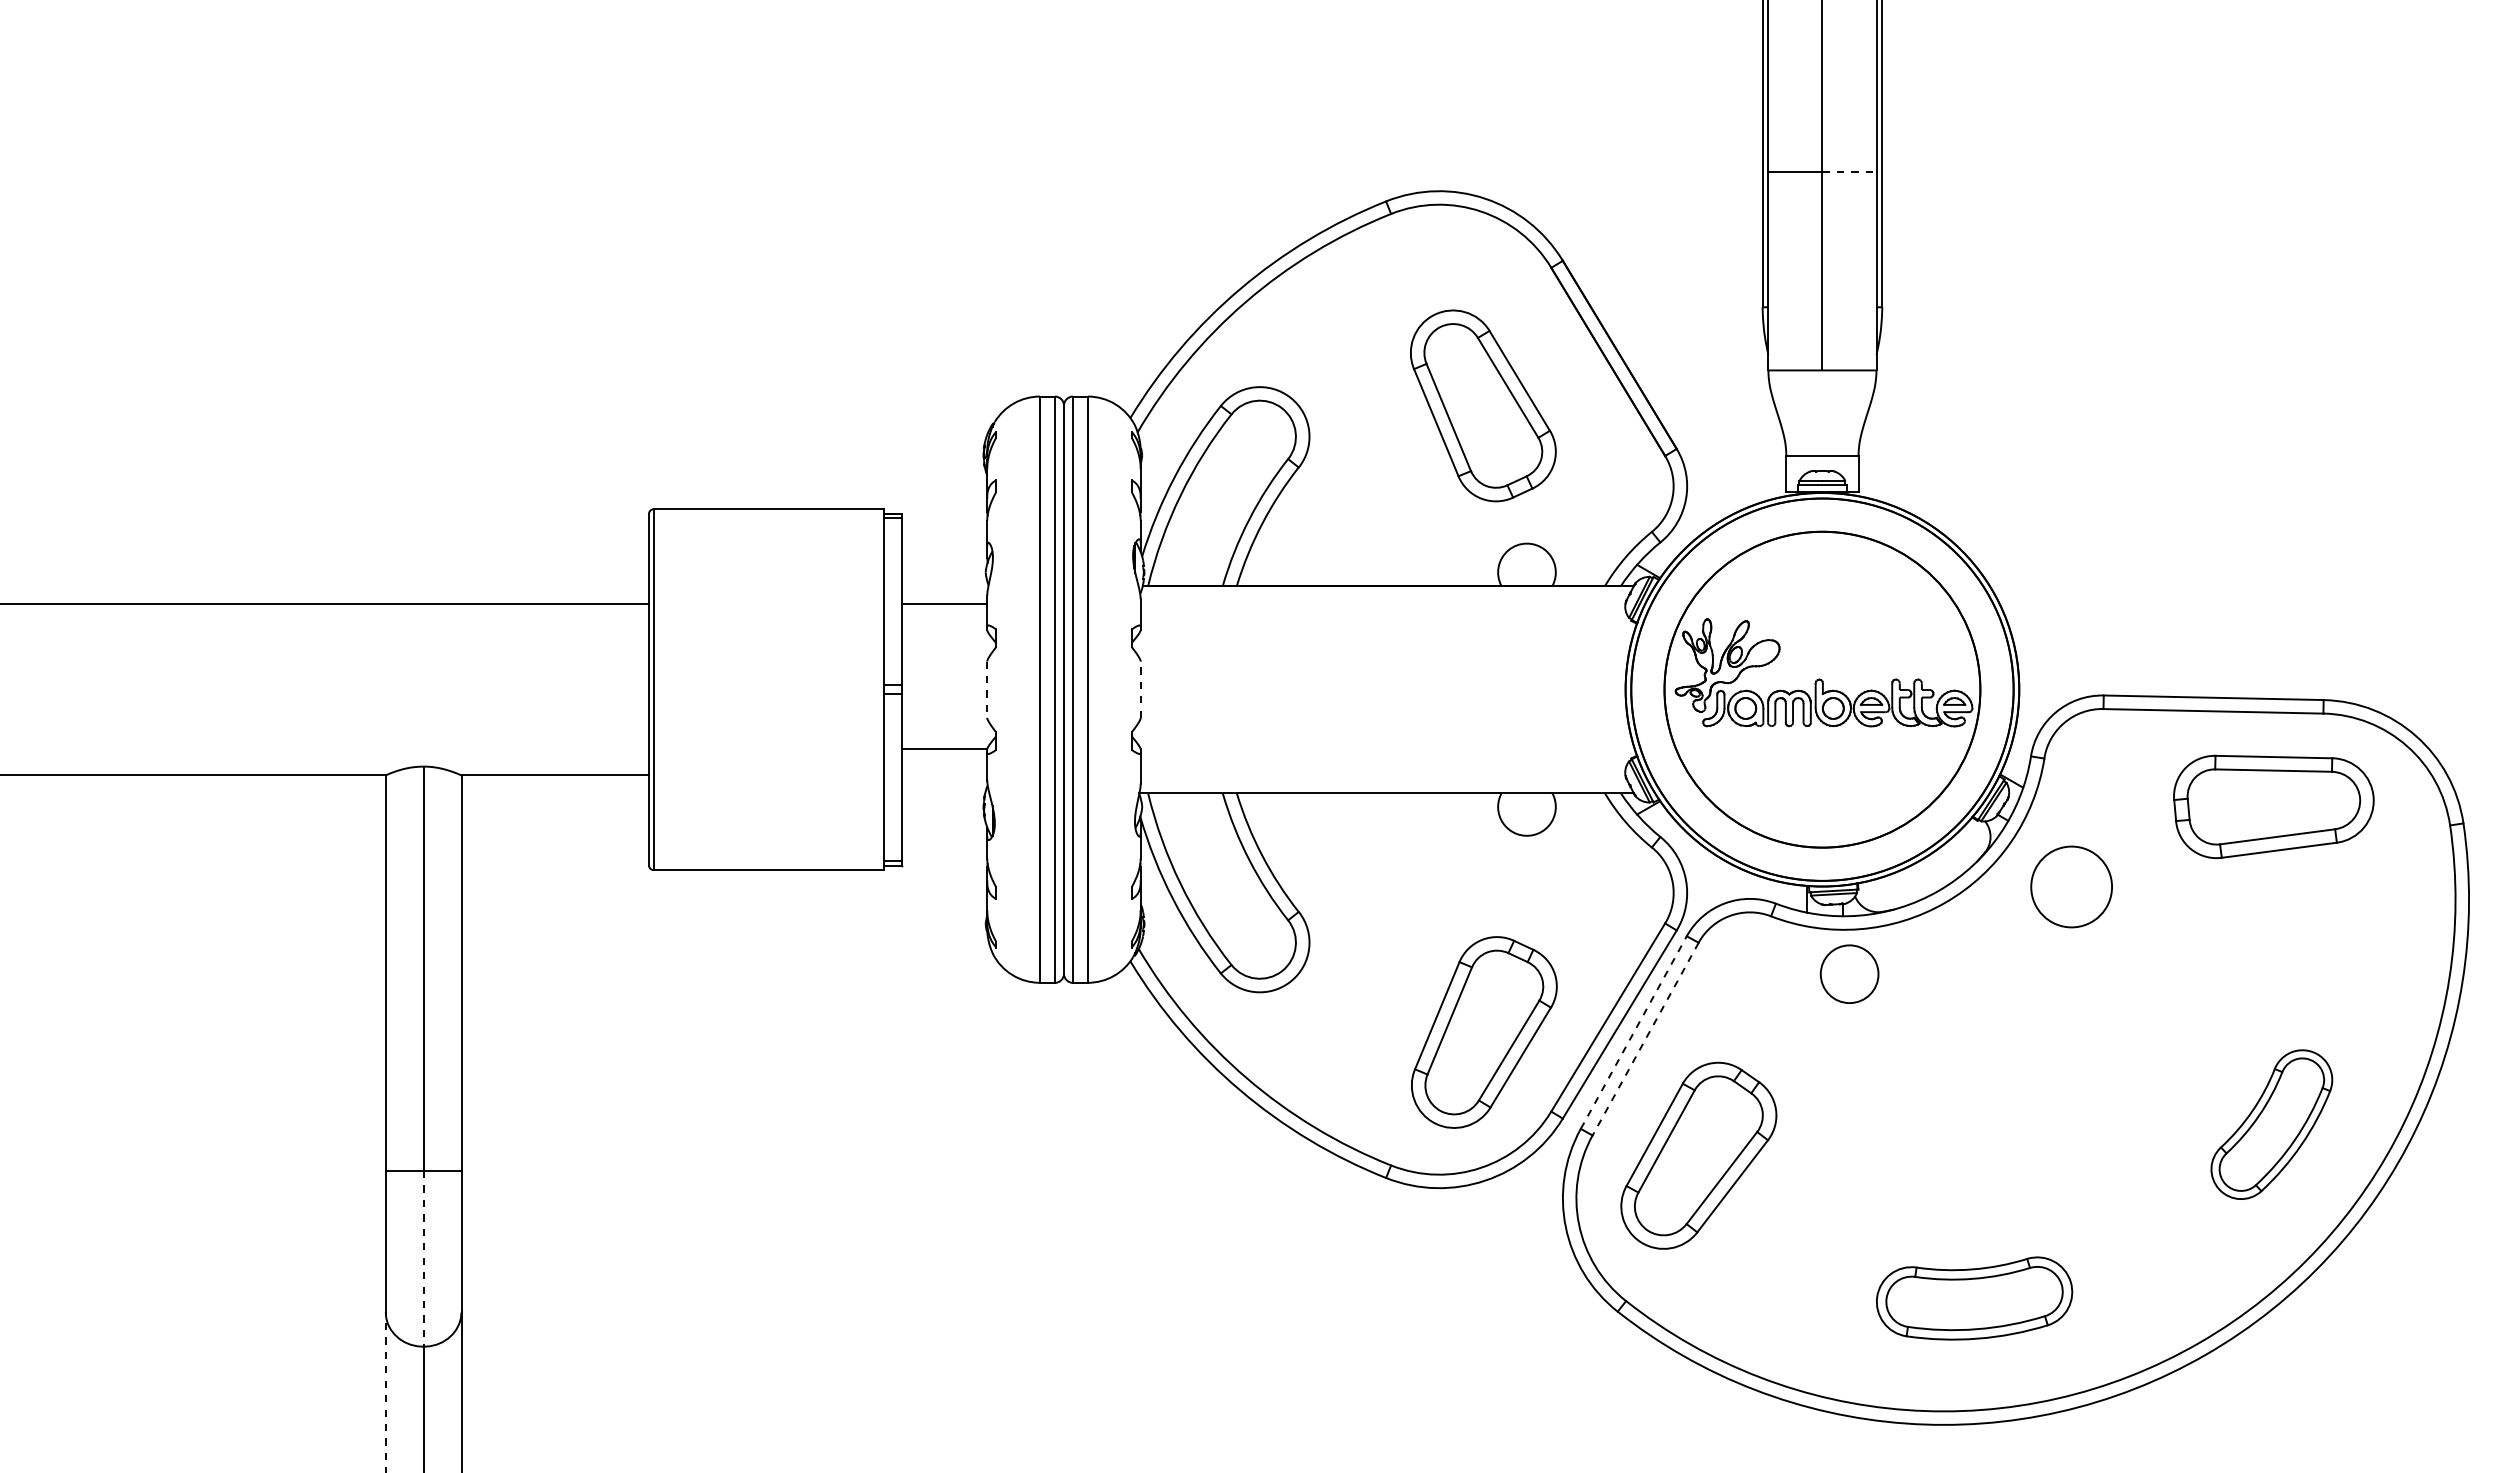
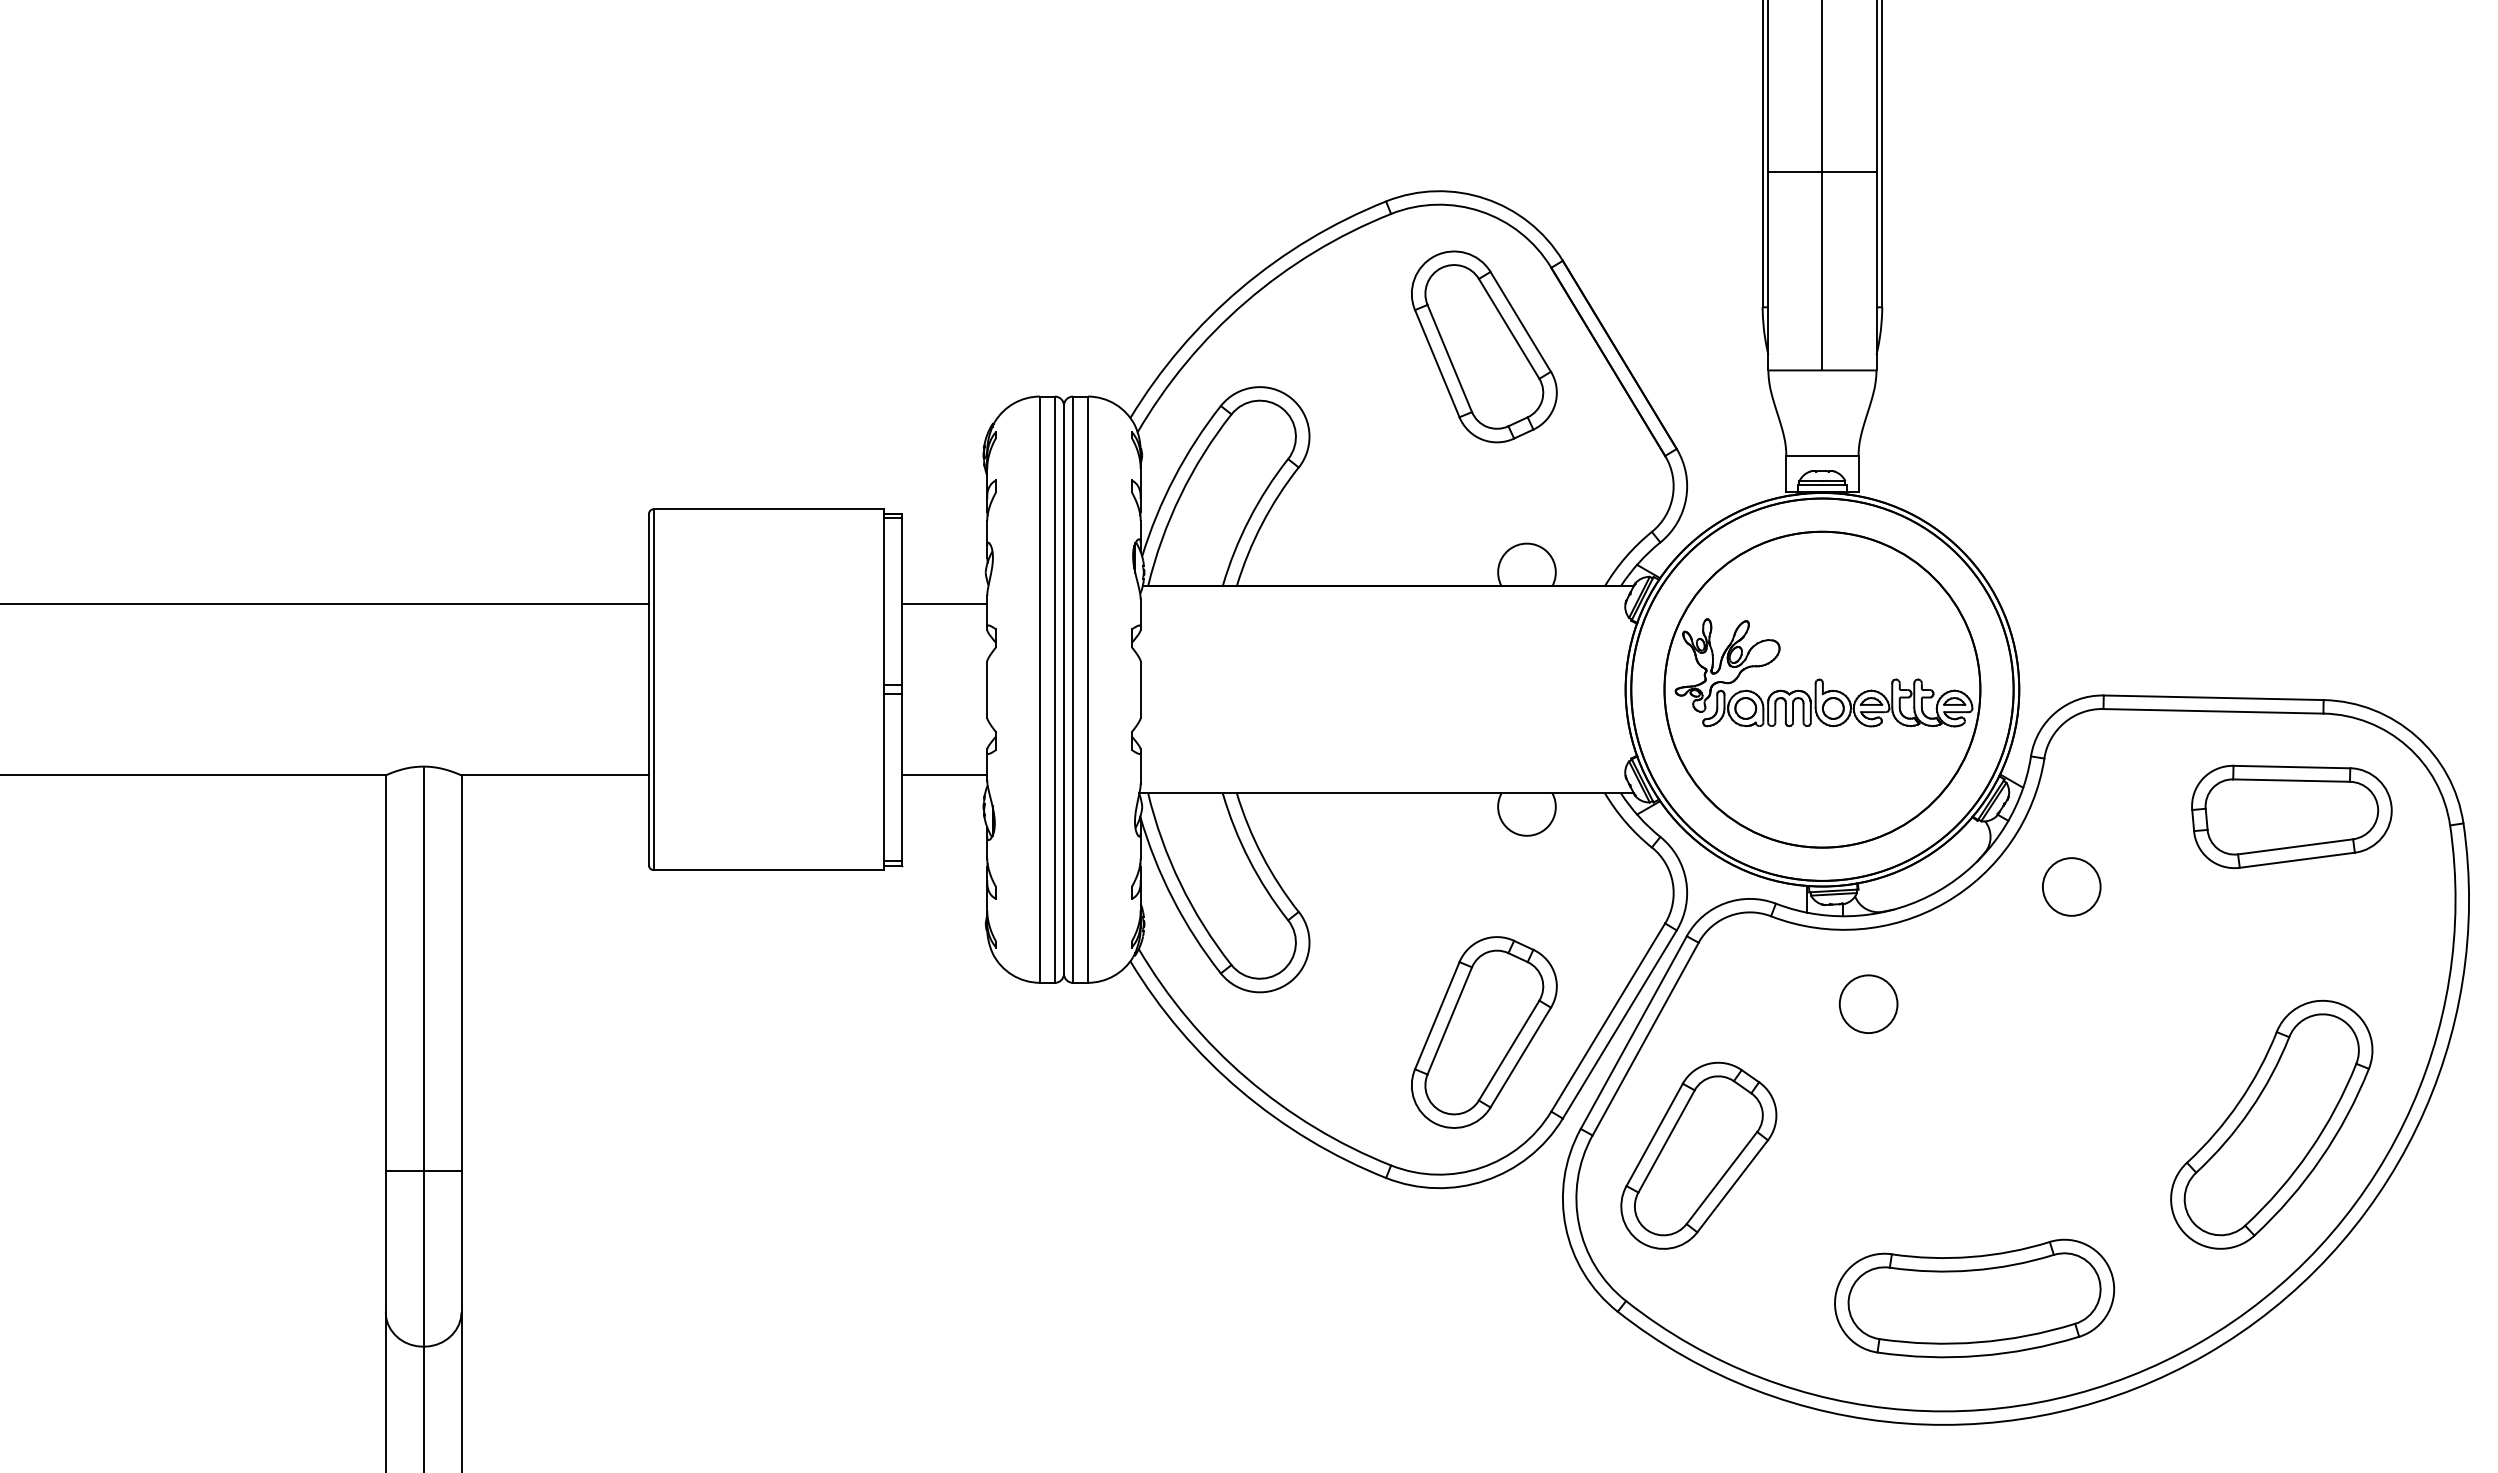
line at (1850, 171): dashed -> solid
part at (1483, 405) position: (1483, 405) -> (1484, 346)
line at (1140, 689): dashed -> solid
line at (987, 690): dashed -> solid
line at (944, 749) position: (944, 749) -> (944, 775)
part at (2273, 806) position: (2273, 806) -> (2291, 816)
circle at (2071, 886) size: 83x84 px -> 60x60 px
circle at (1849, 973) position: (1849, 973) -> (1868, 1003)
line at (1633, 1032): dashed -> solid
line at (1645, 1039): dashed -> solid
part at (2271, 1124) size: 124x151 px -> 204x251 px
line at (423, 1258): dashed -> solid
part at (1974, 1298) size: 198x85 px -> 281x121 px
line at (385, 1392): dashed -> solid
